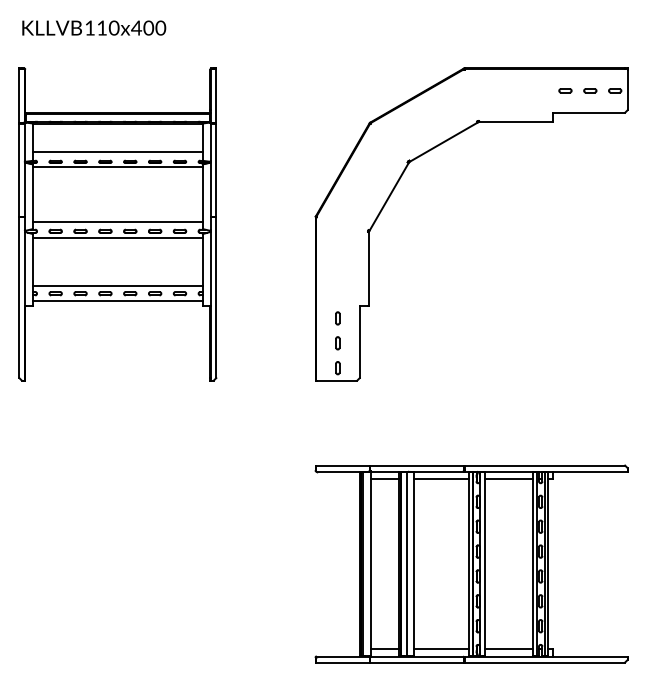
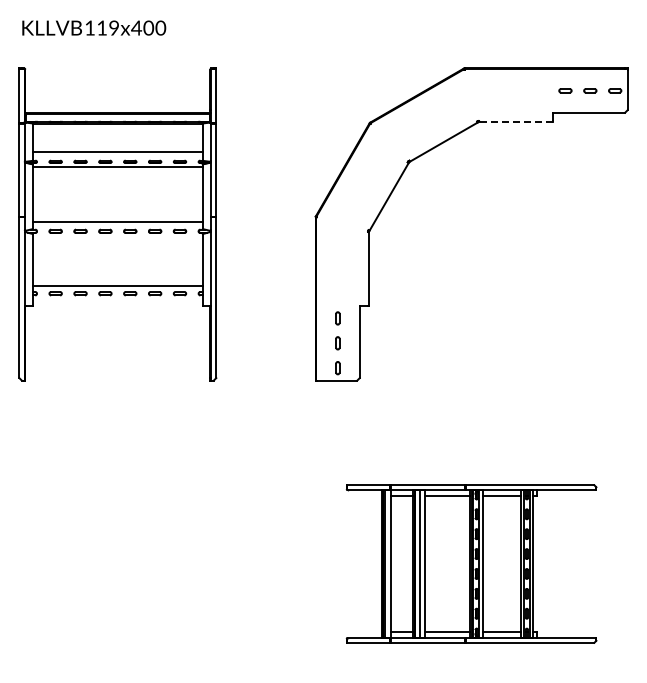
text at (113, 28): 110x400 -> 119x400
line at (516, 122): solid -> dashed
line at (117, 238): present -> none
line at (117, 301): present -> none
part at (471, 563) size: 315x200 px -> 253x160 px
